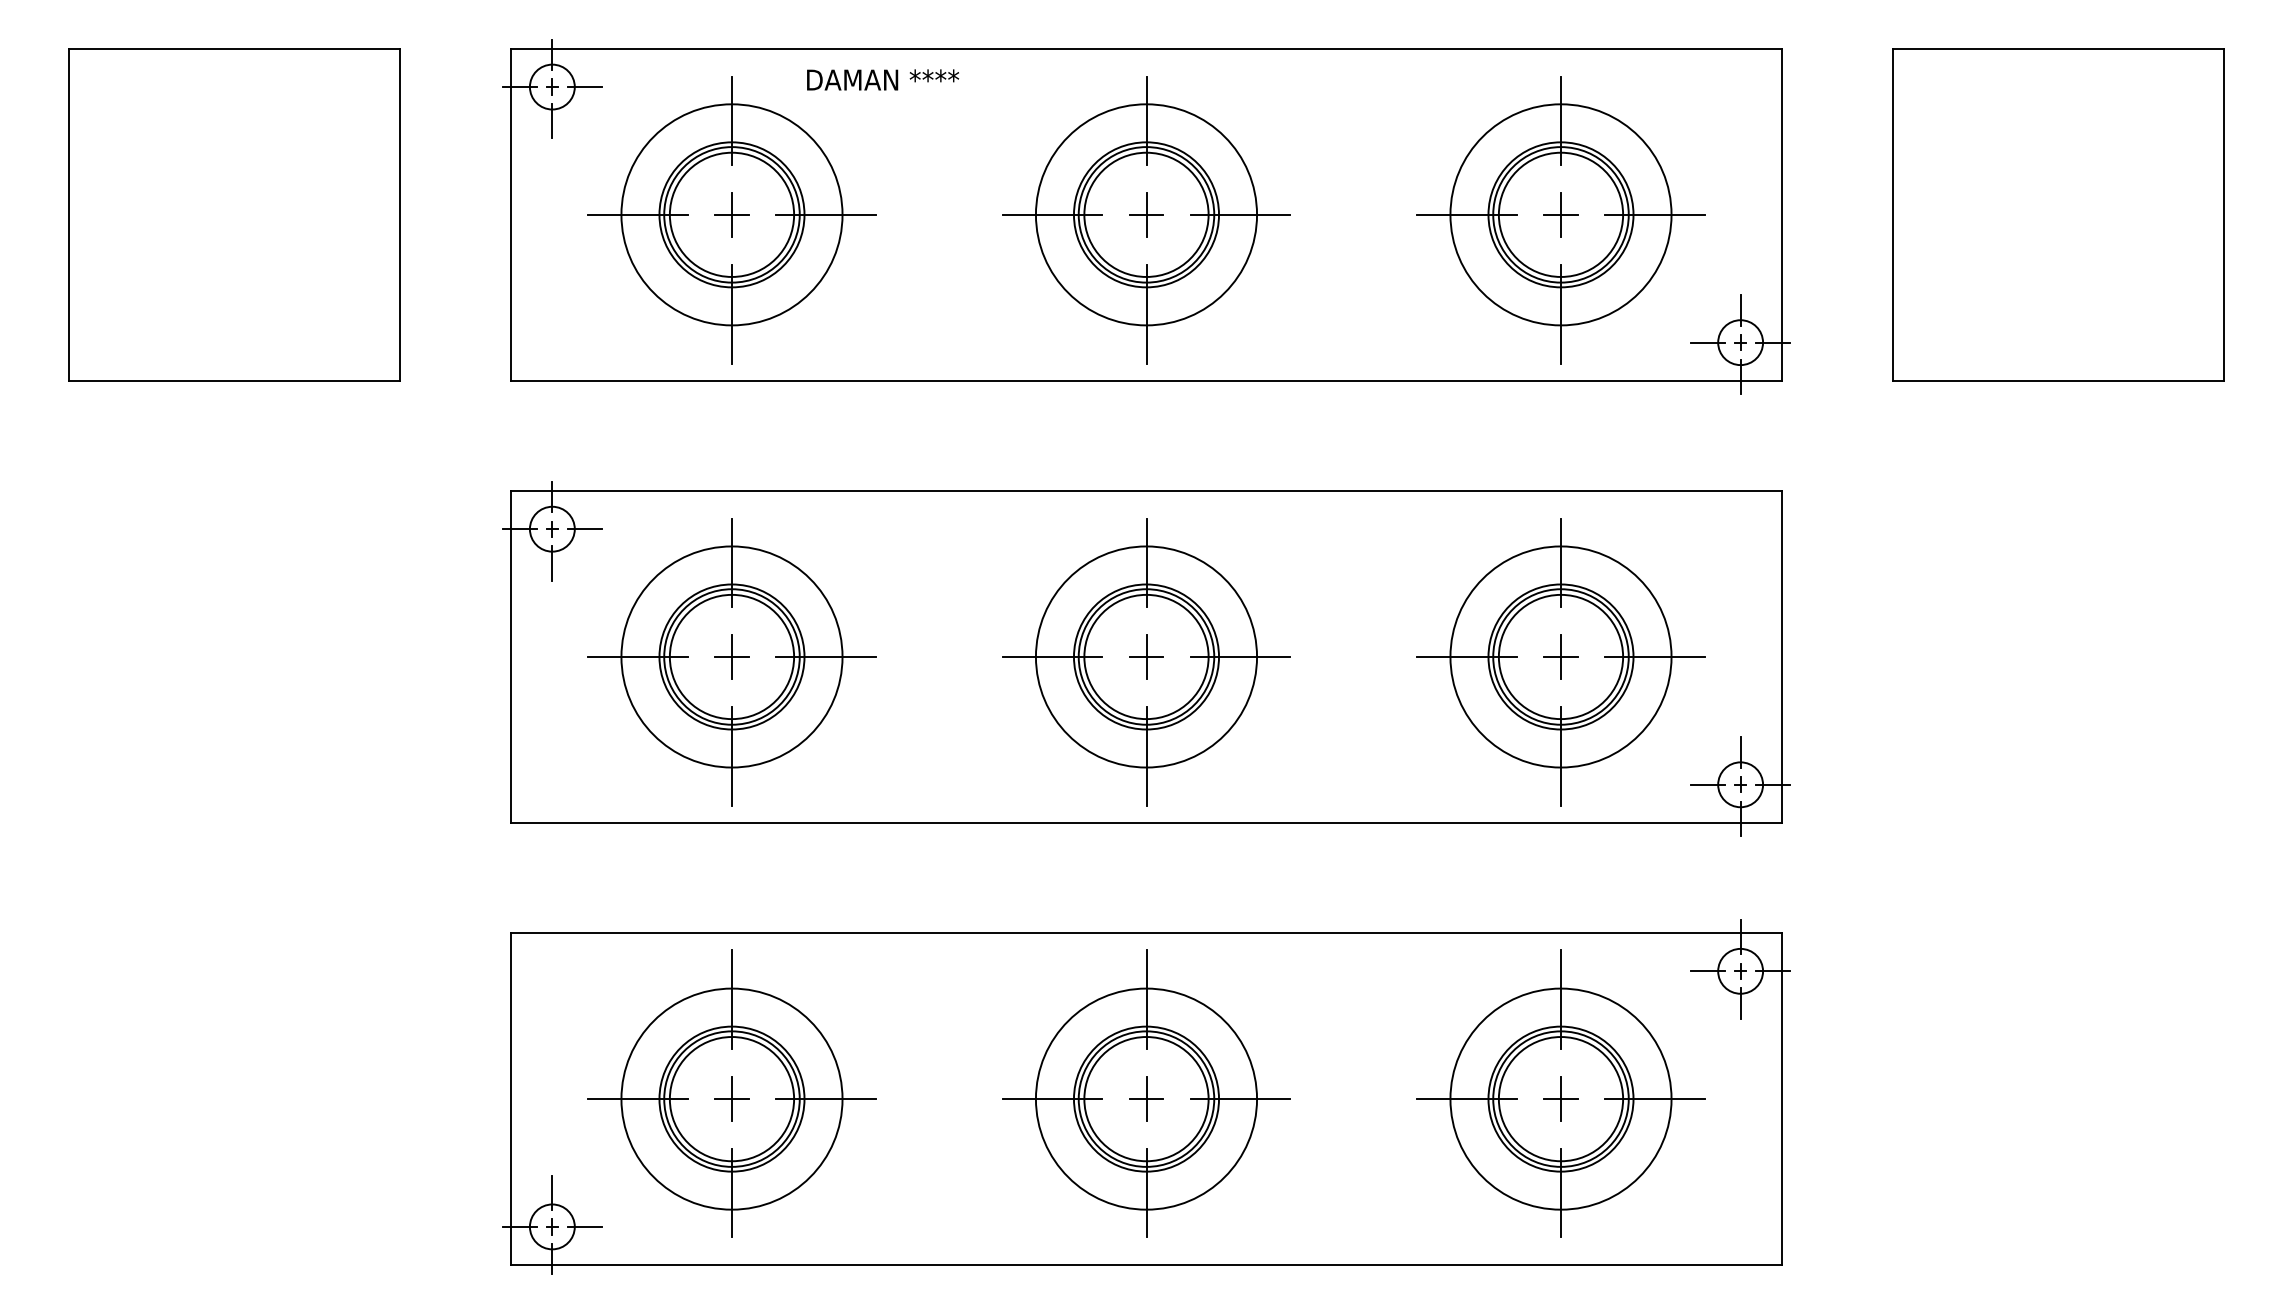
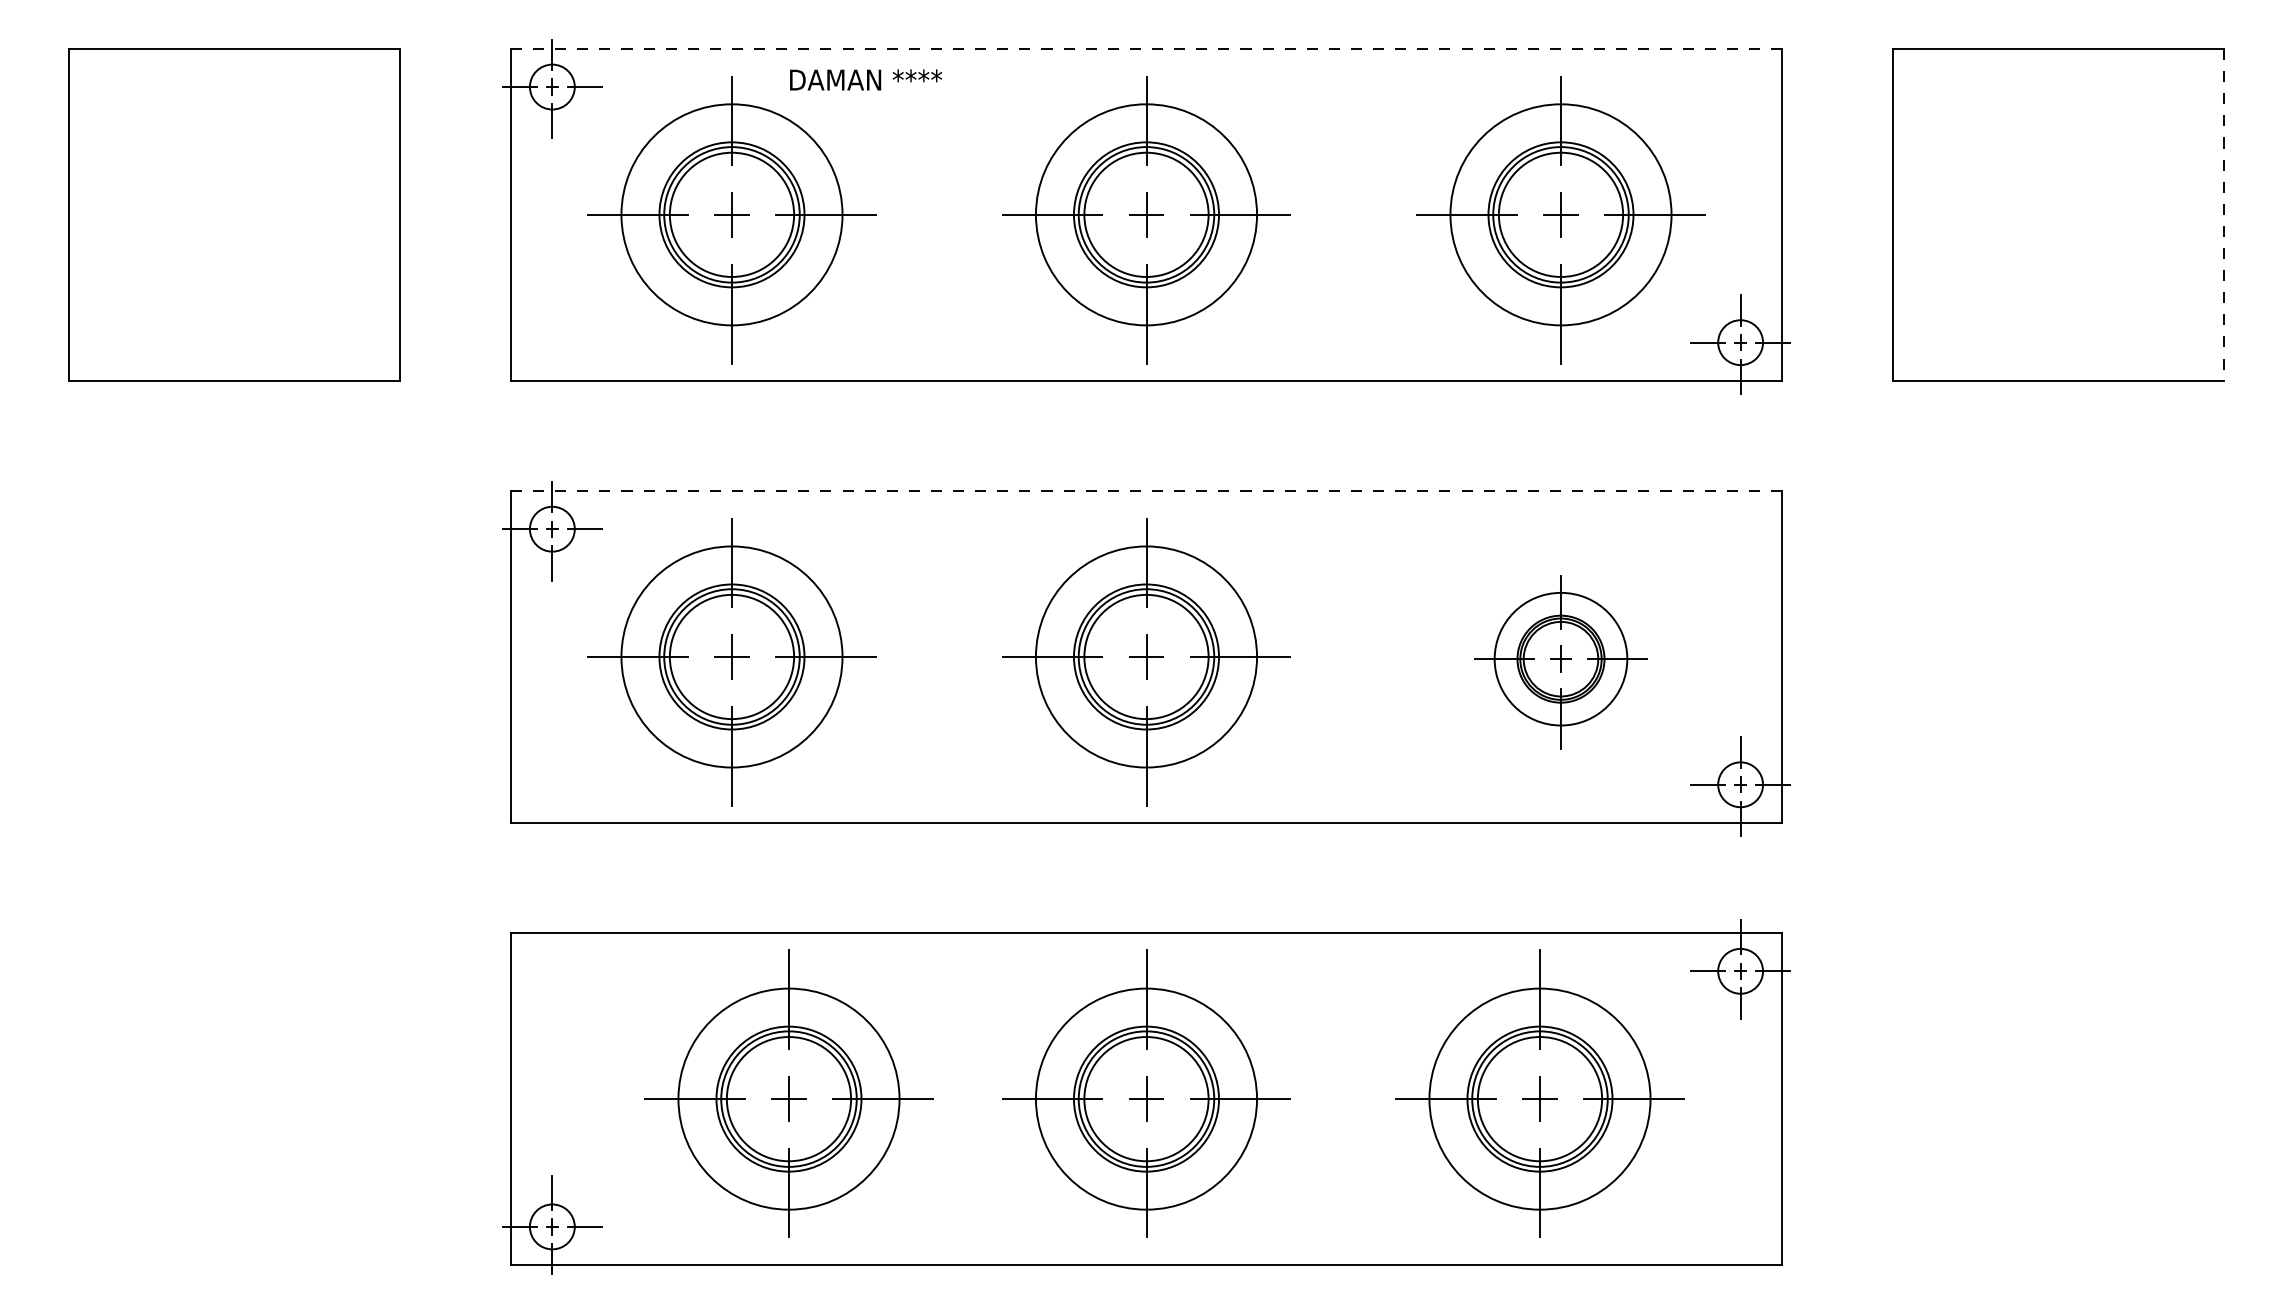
line at (1146, 49): solid -> dashed
text at (883, 79) position: (883, 79) -> (866, 79)
line at (2224, 214): solid -> dashed
line at (1146, 491): solid -> dashed
part at (1560, 662) size: 290x289 px -> 174x175 px
part at (731, 1093) position: (731, 1093) -> (788, 1093)
part at (1560, 1093) position: (1560, 1093) -> (1539, 1093)
